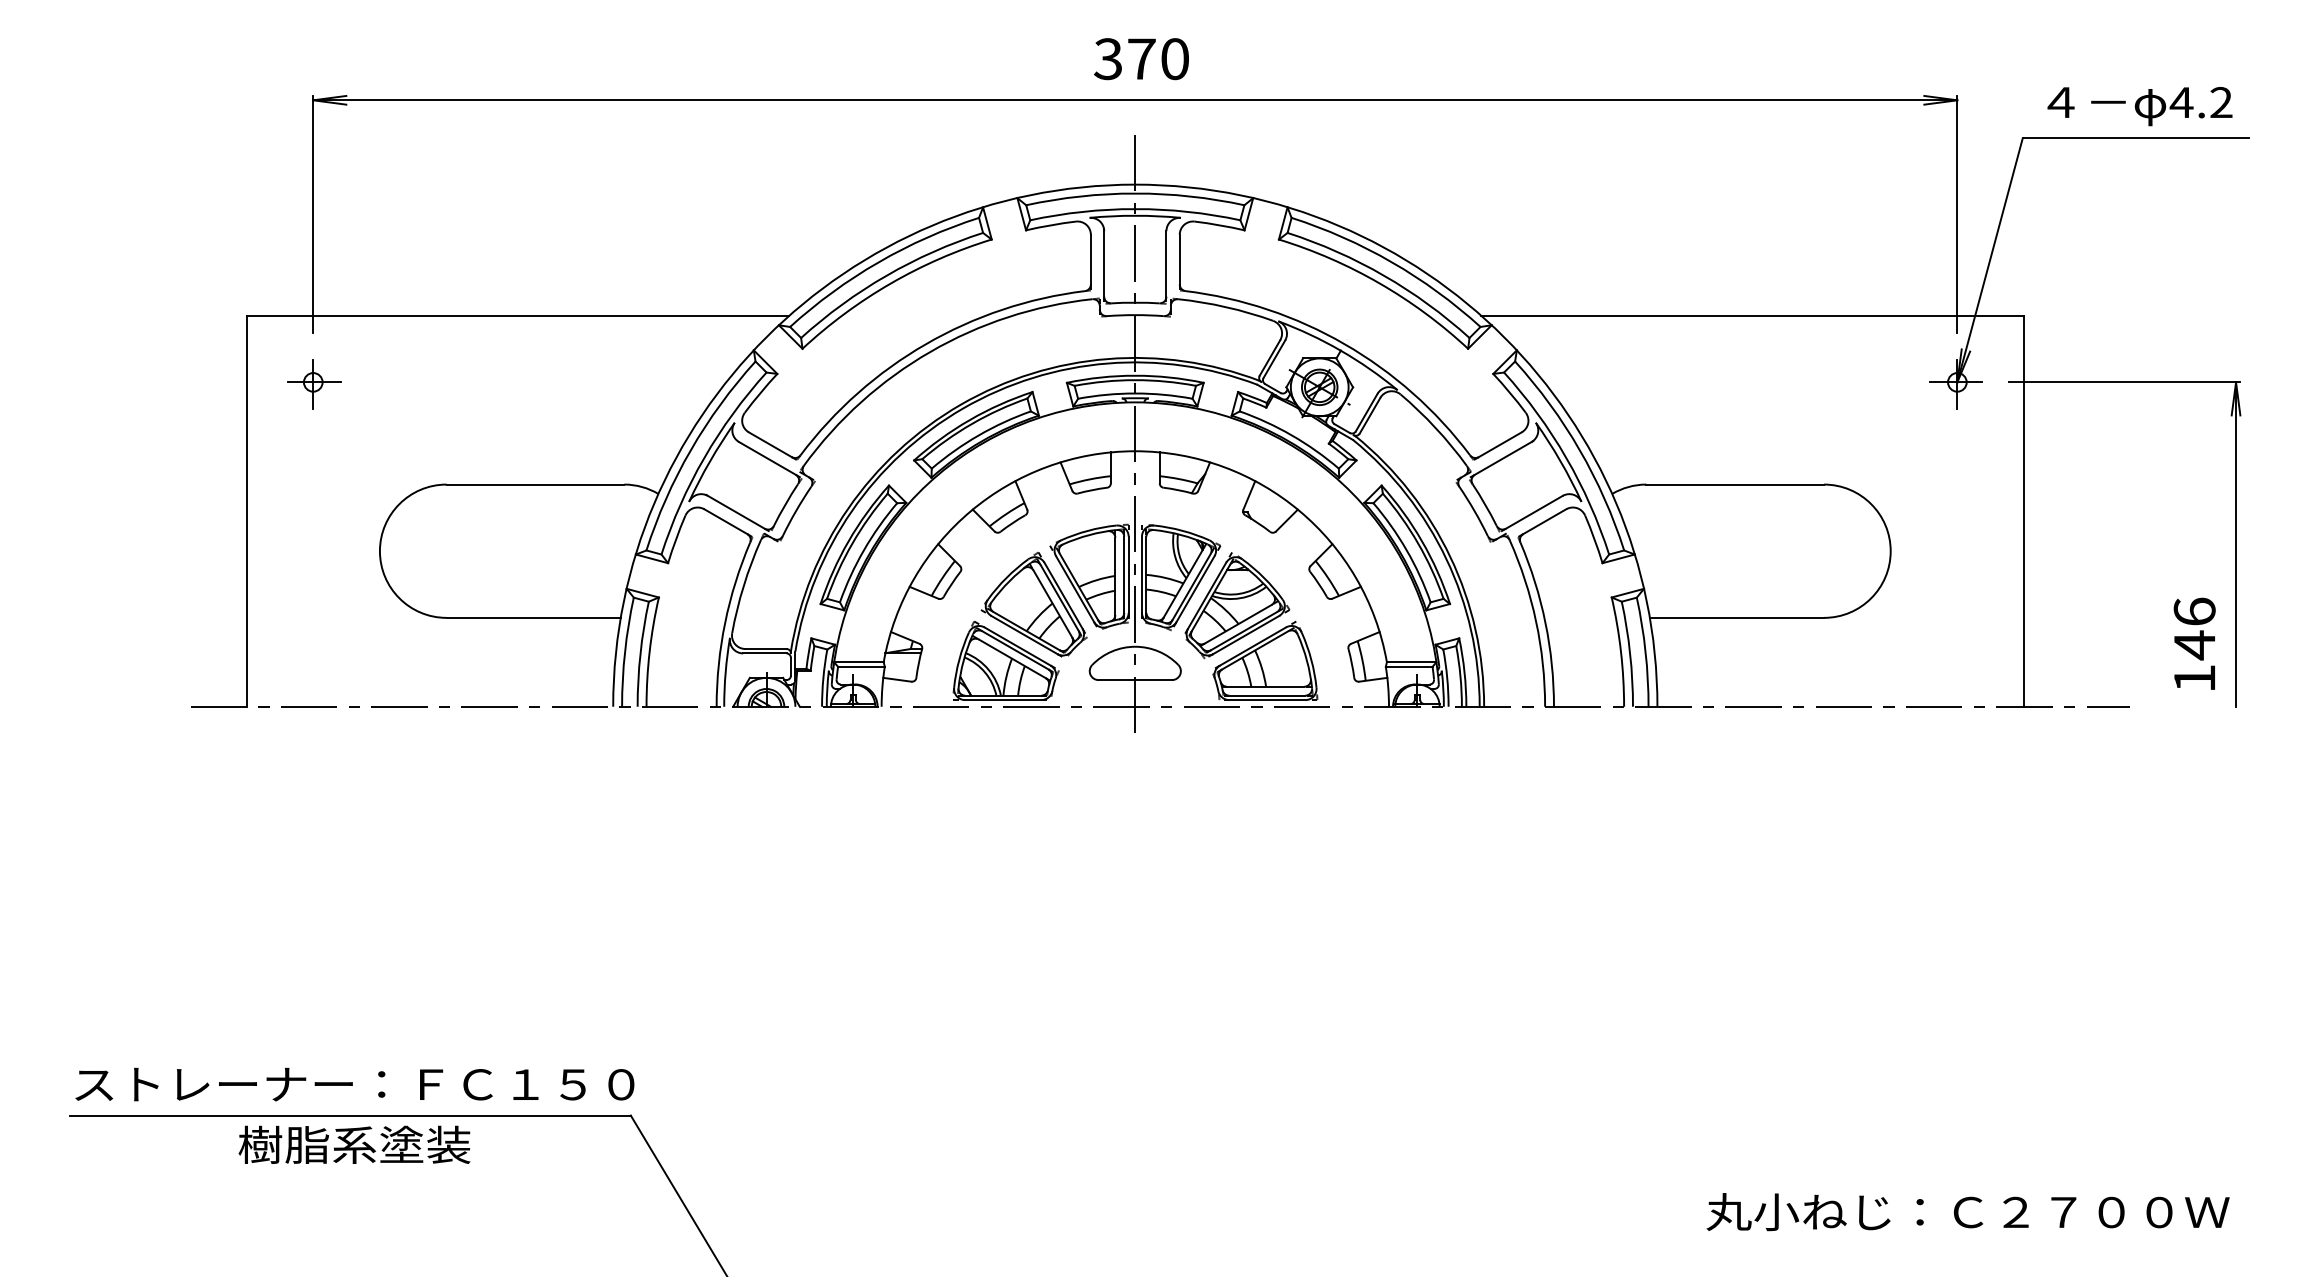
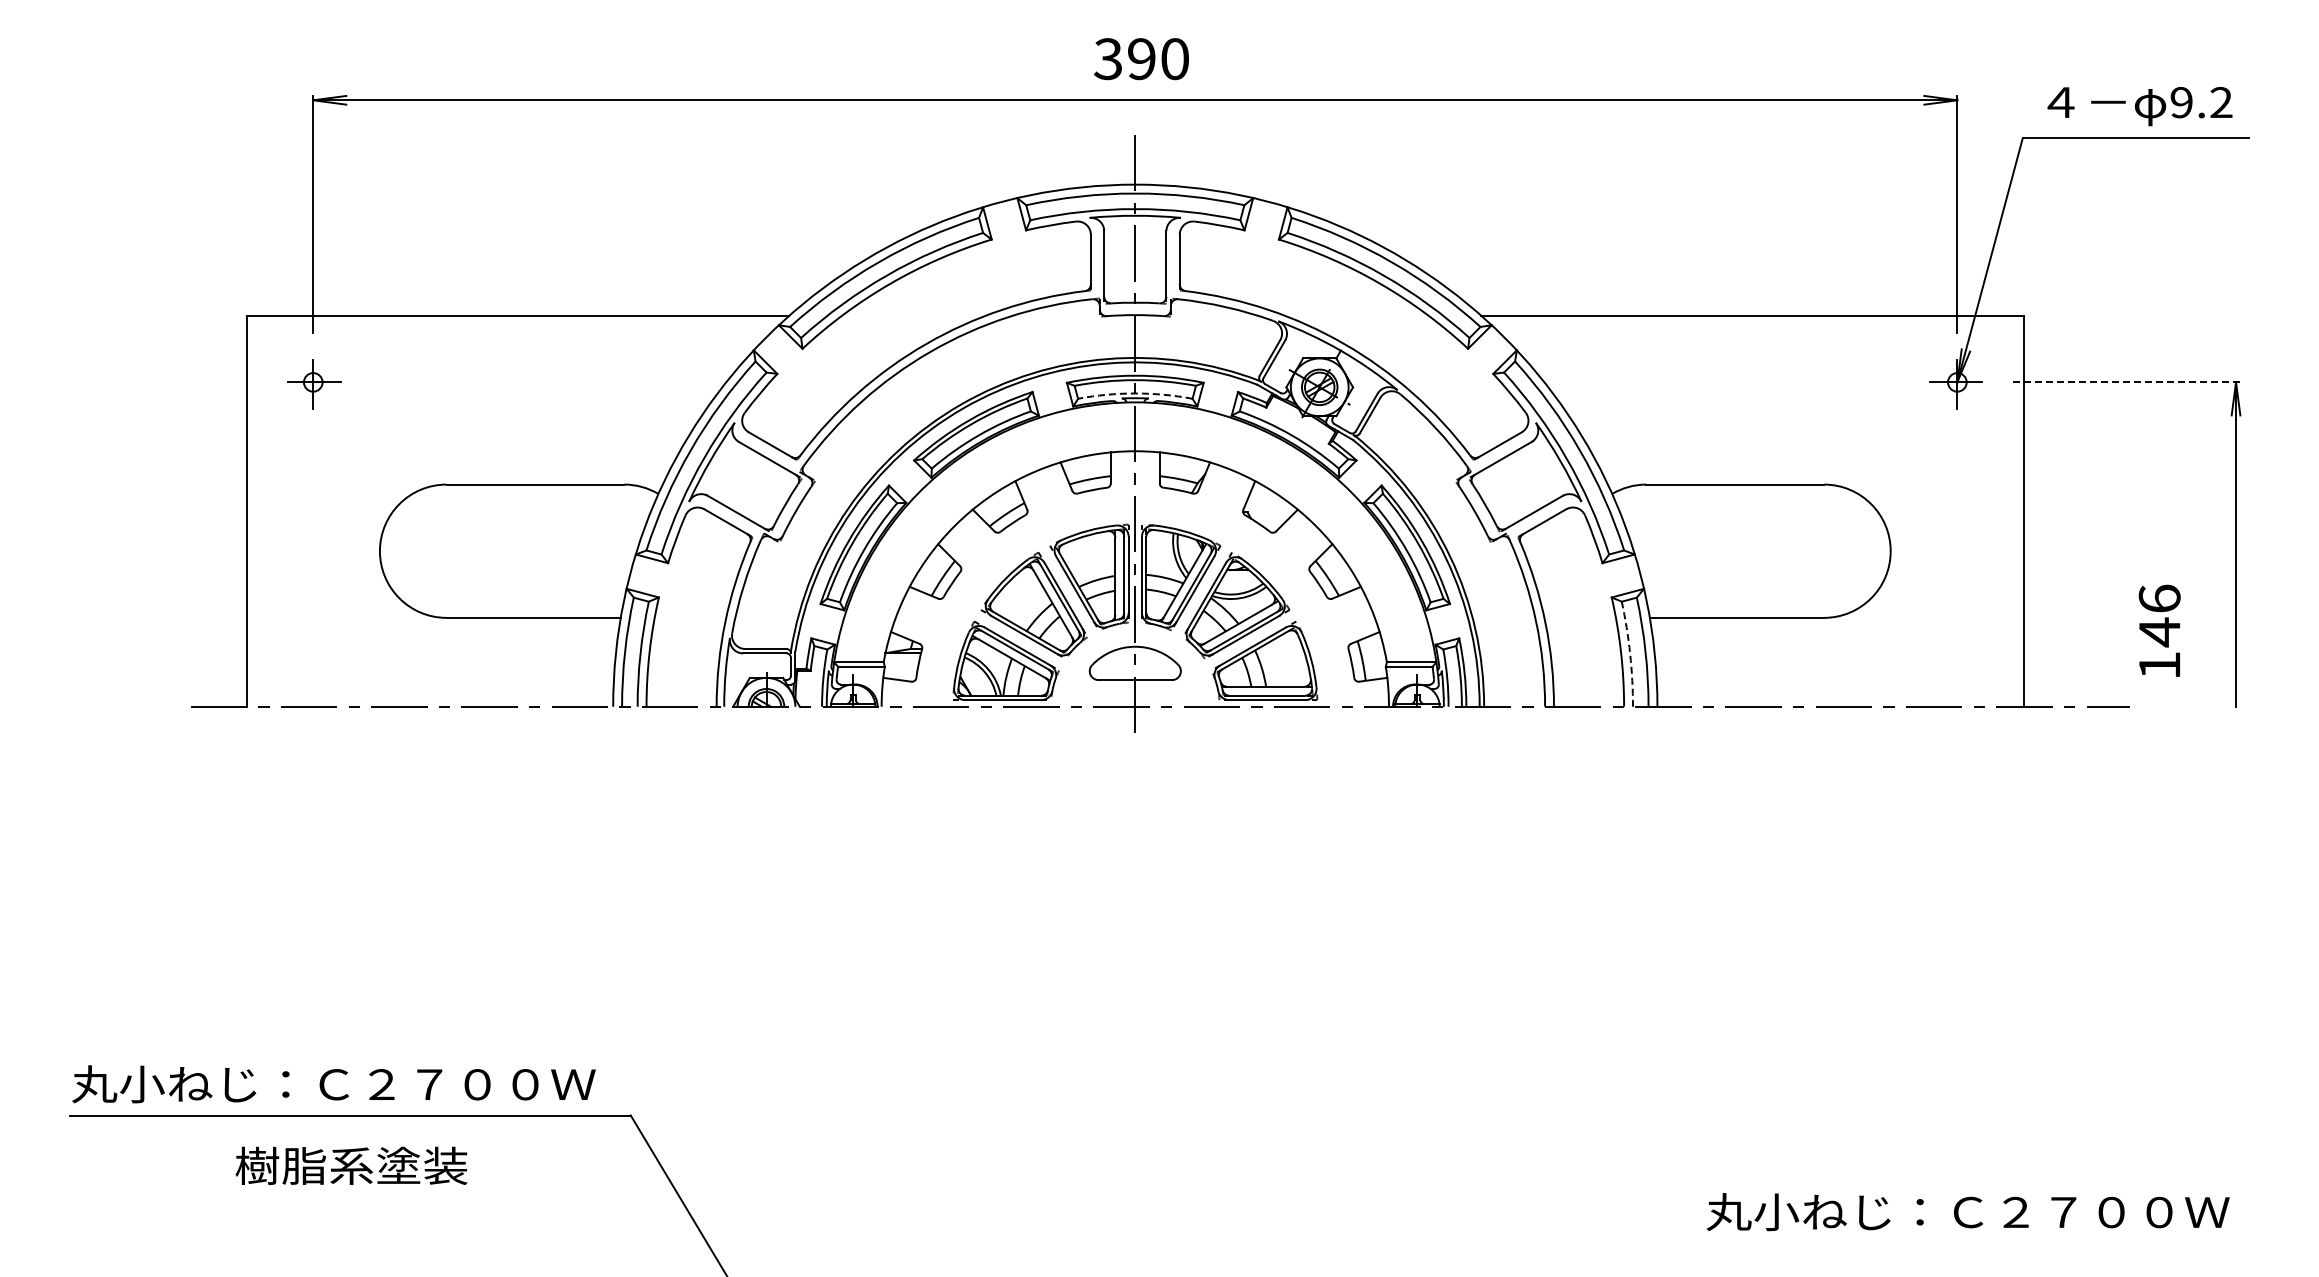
text at (1141, 59): 370 -> 390
text at (2181, 102): 4.2 -> 9.2
line at (2124, 382): solid -> dashed
arc at (1135, 393): solid -> dashed
text at (2194, 643) position: (2194, 643) -> (2159, 630)
arc at (1630, 653): solid -> dashed
text at (353, 1084): ストレーナー：ＦＣ１５０ -> 丸小ねじ：Ｃ２７００Ｗ
text at (354, 1144) position: (354, 1144) -> (351, 1165)
